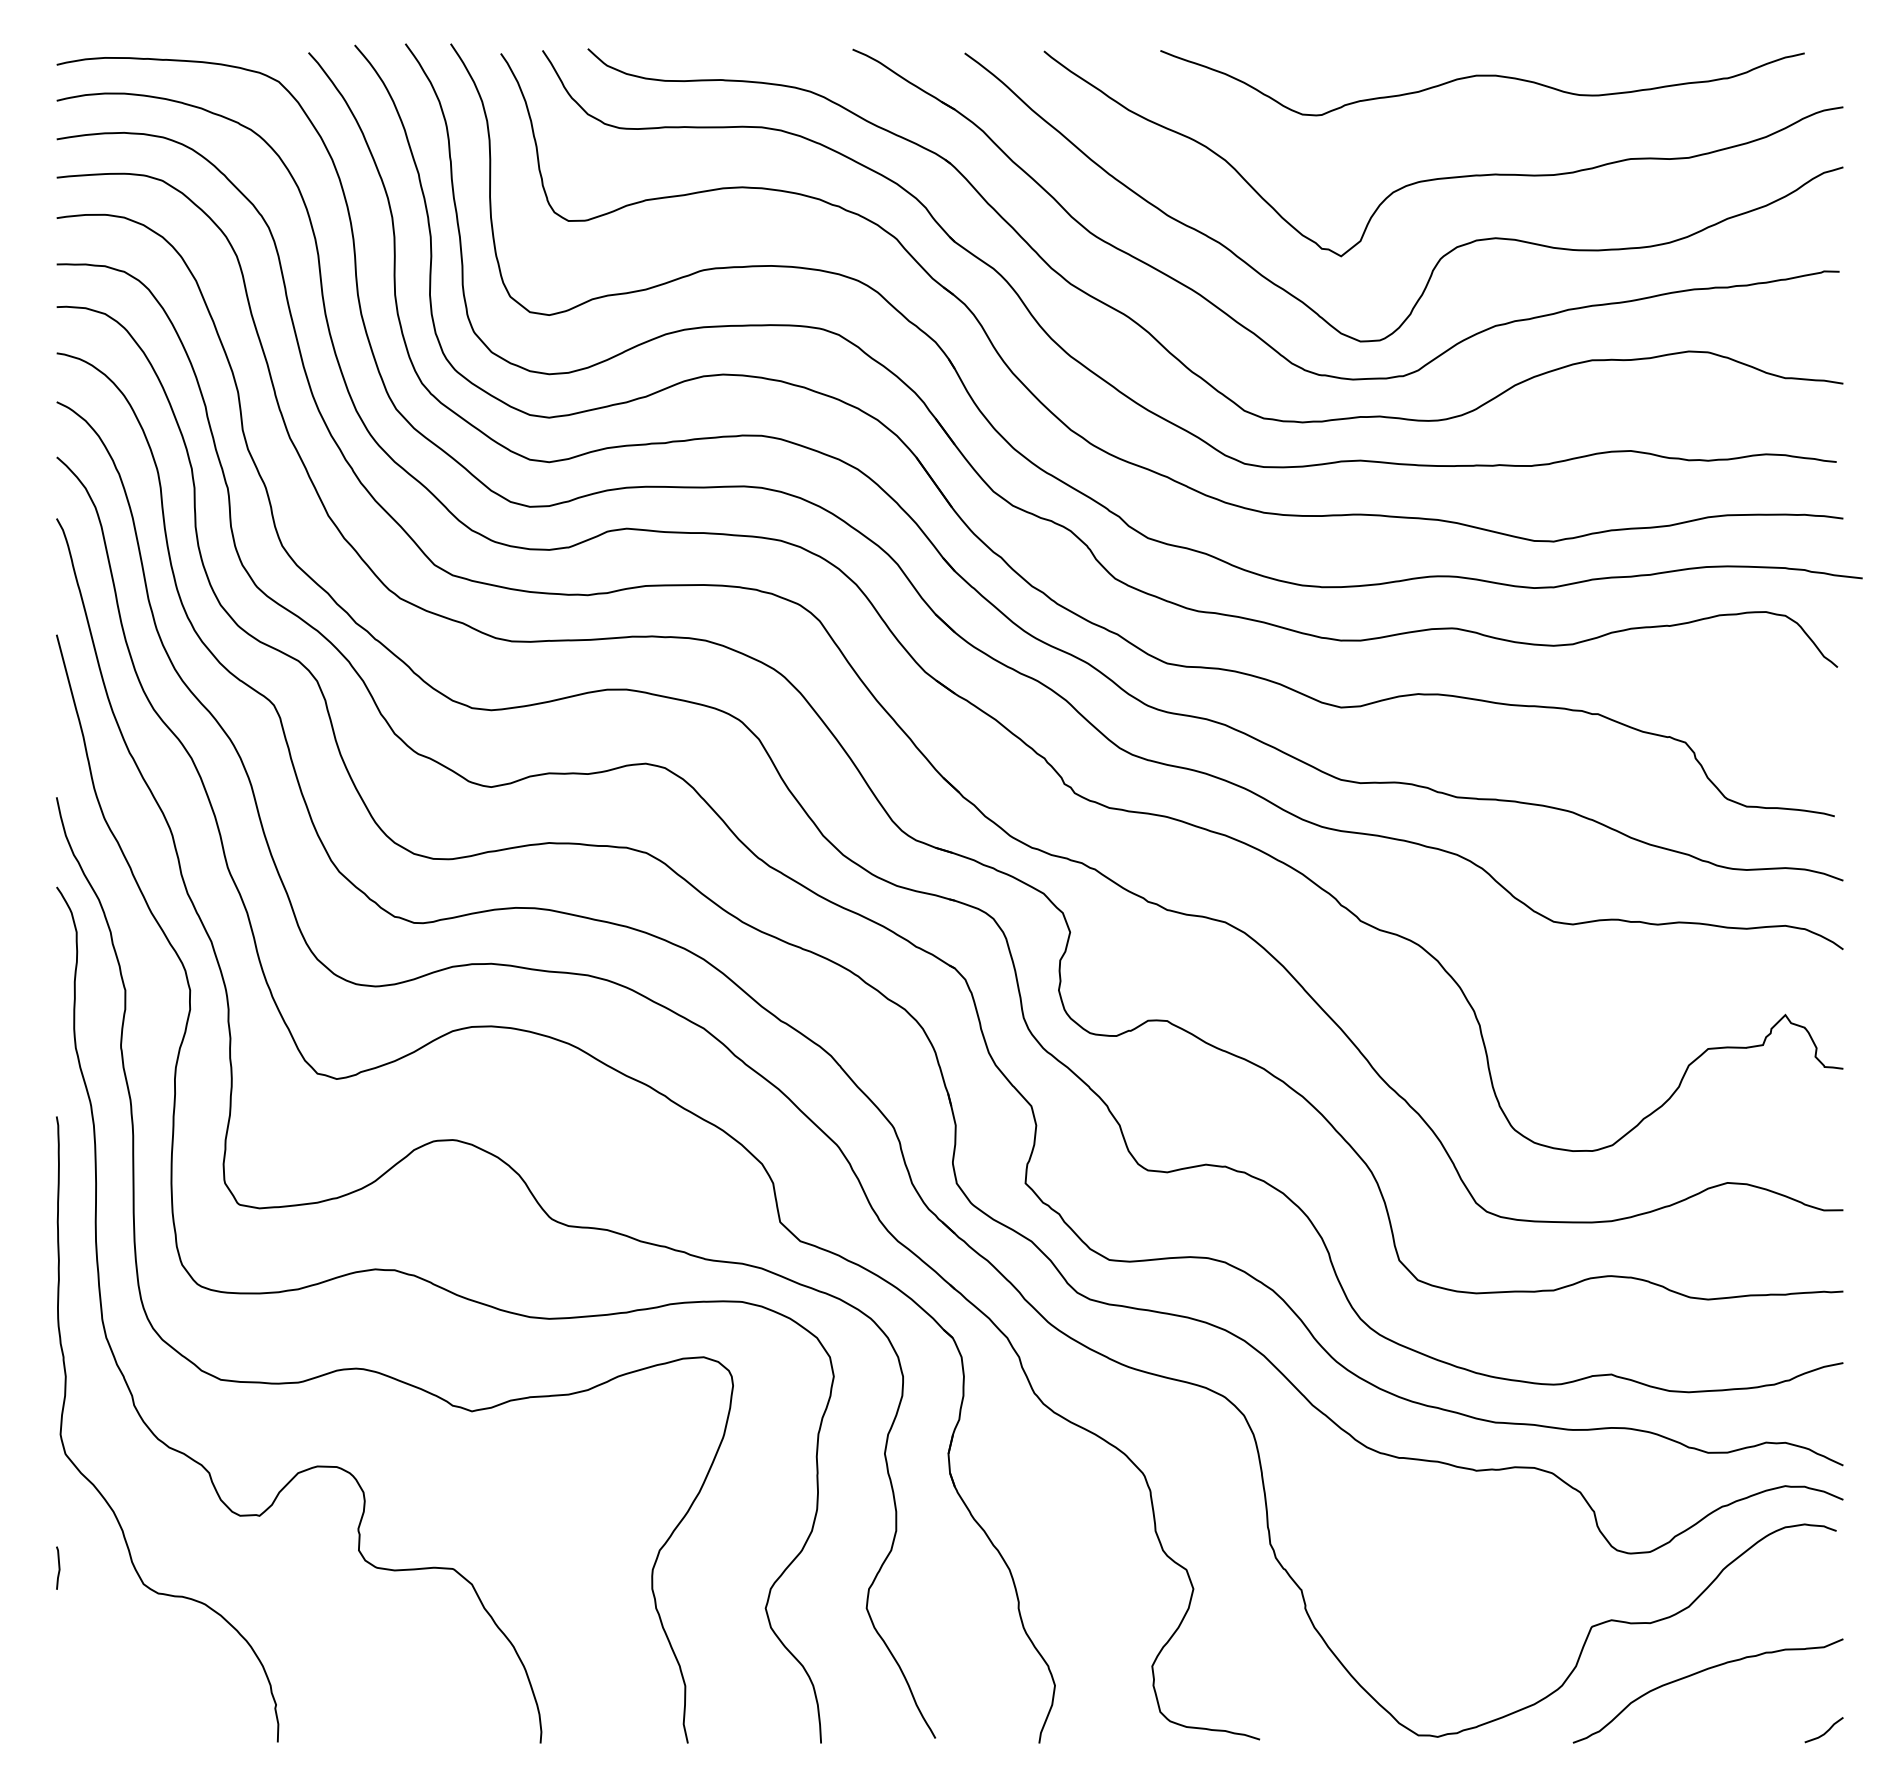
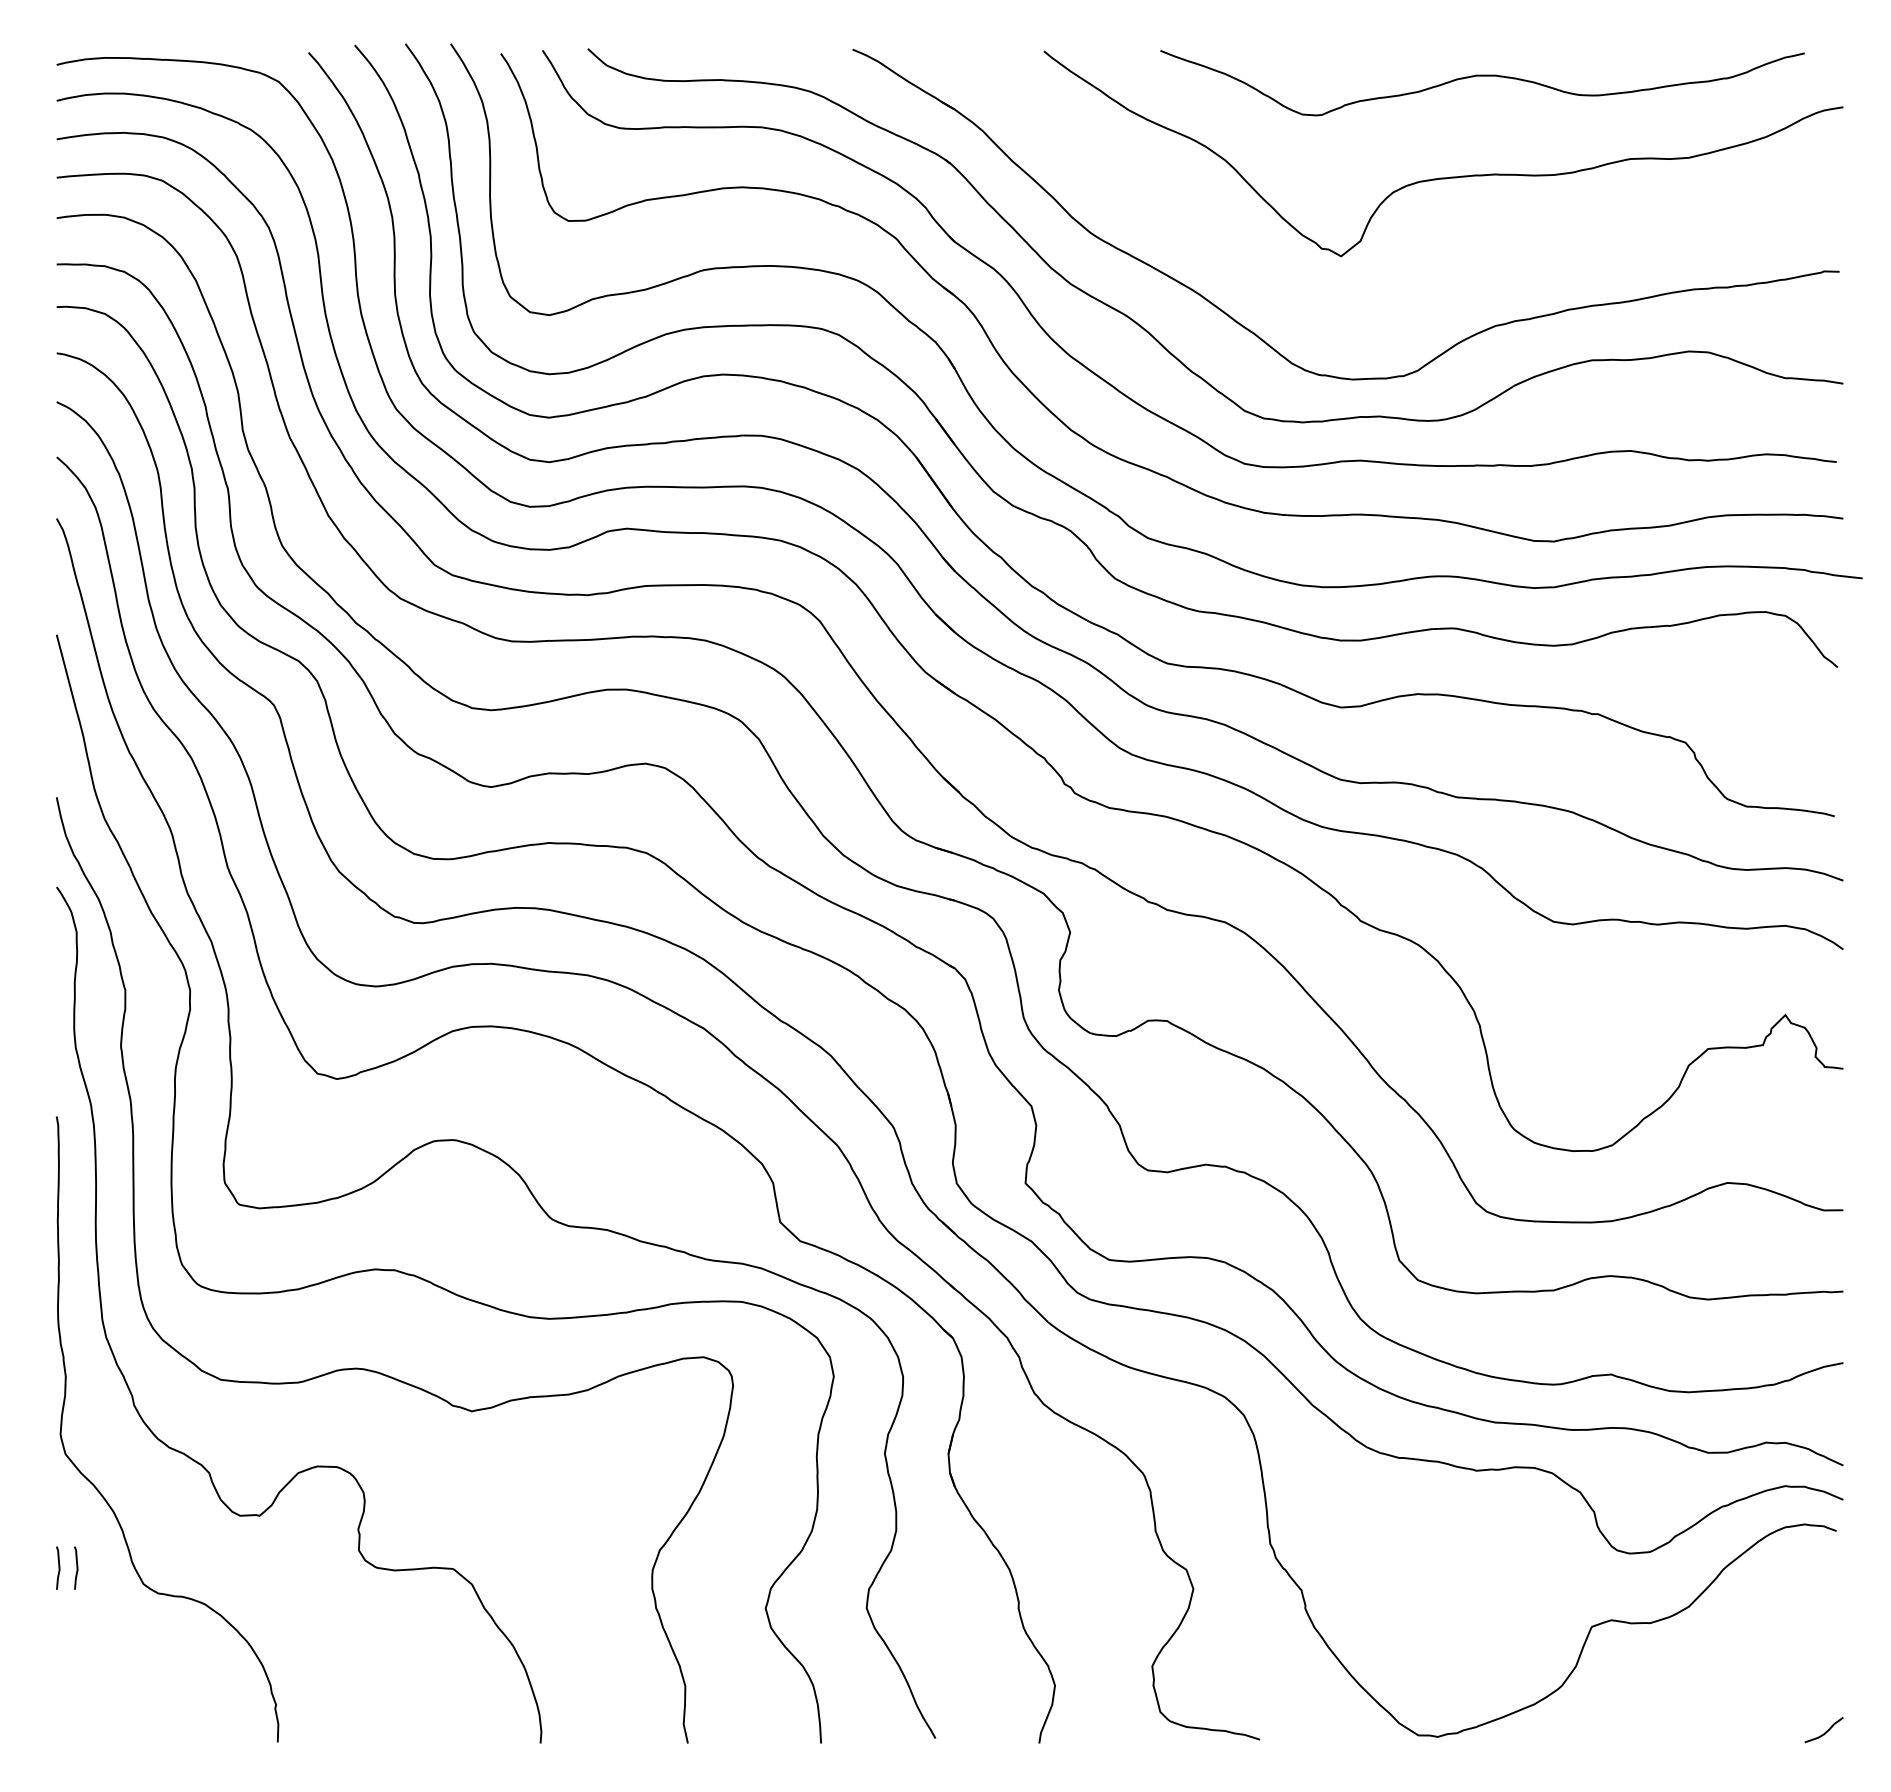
curve at (1445, 253): present -> none
curve at (76, 1567): none -> present
curve at (1701, 1672): present -> none
